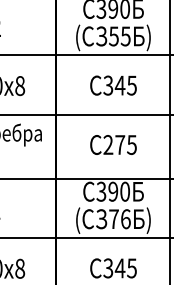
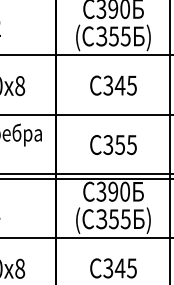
text at (114, 145): 275 -> 355
line at (86, 174): none -> present
text at (119, 219): 76 -> 55
